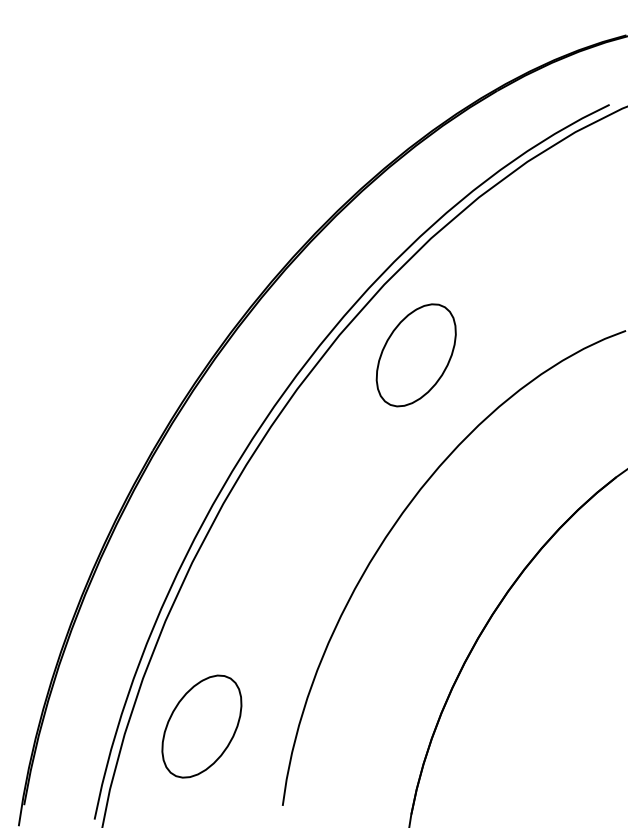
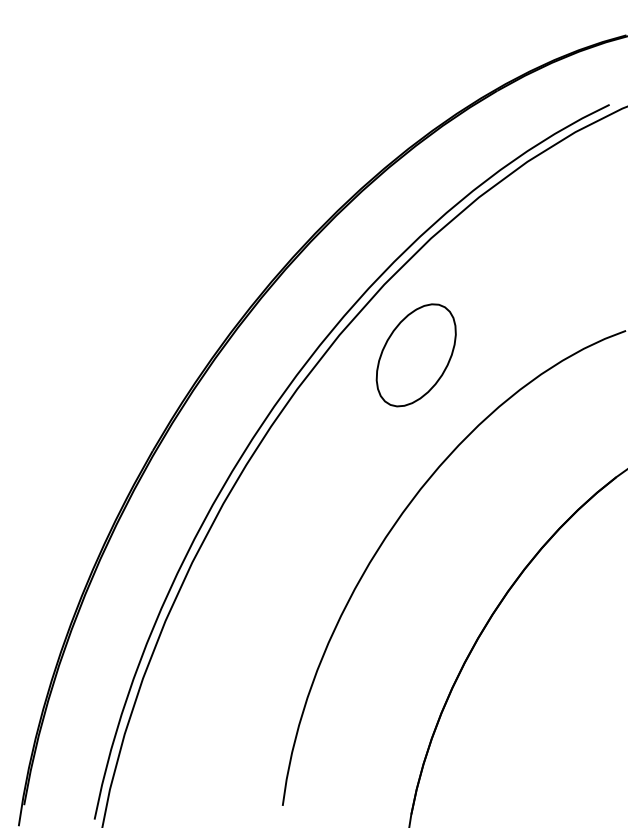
part at (201, 726): present -> none
